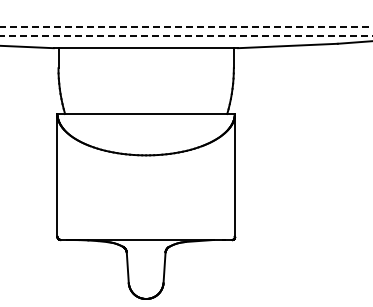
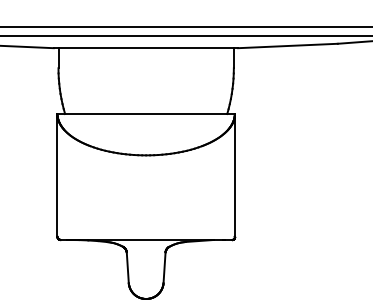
line at (186, 26): dashed -> solid
line at (186, 36): dashed -> solid
